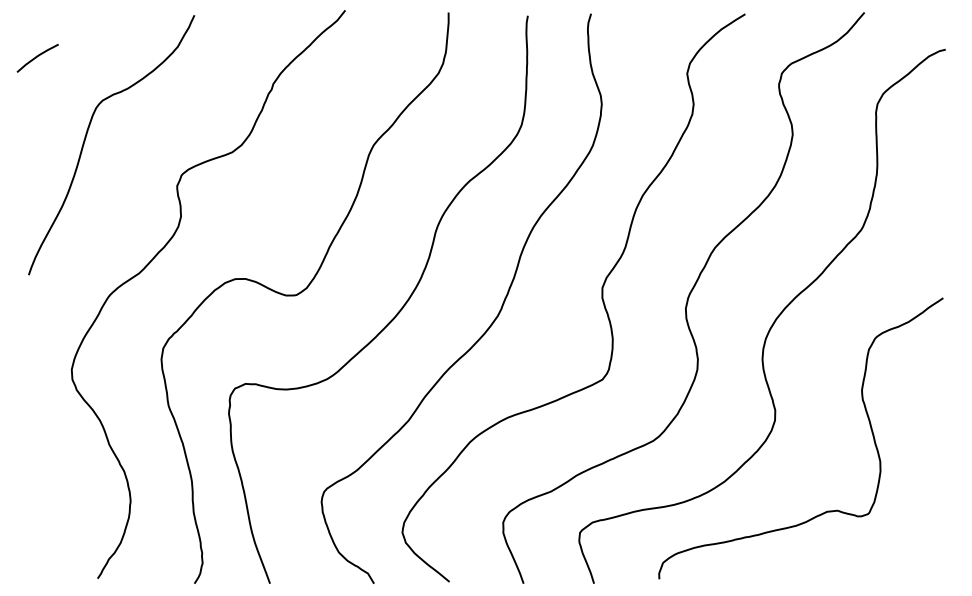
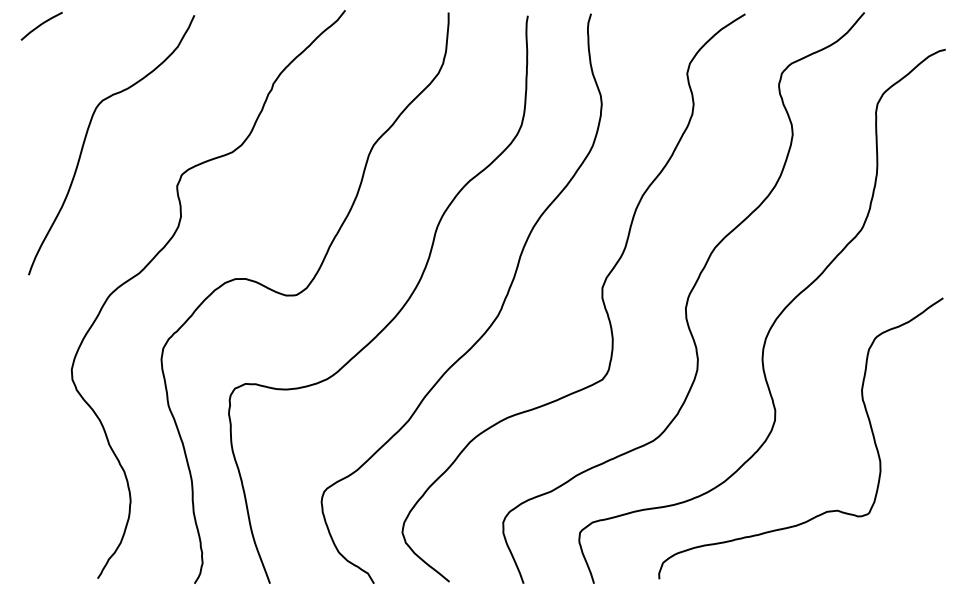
curve at (37, 57) position: (37, 57) -> (41, 25)
